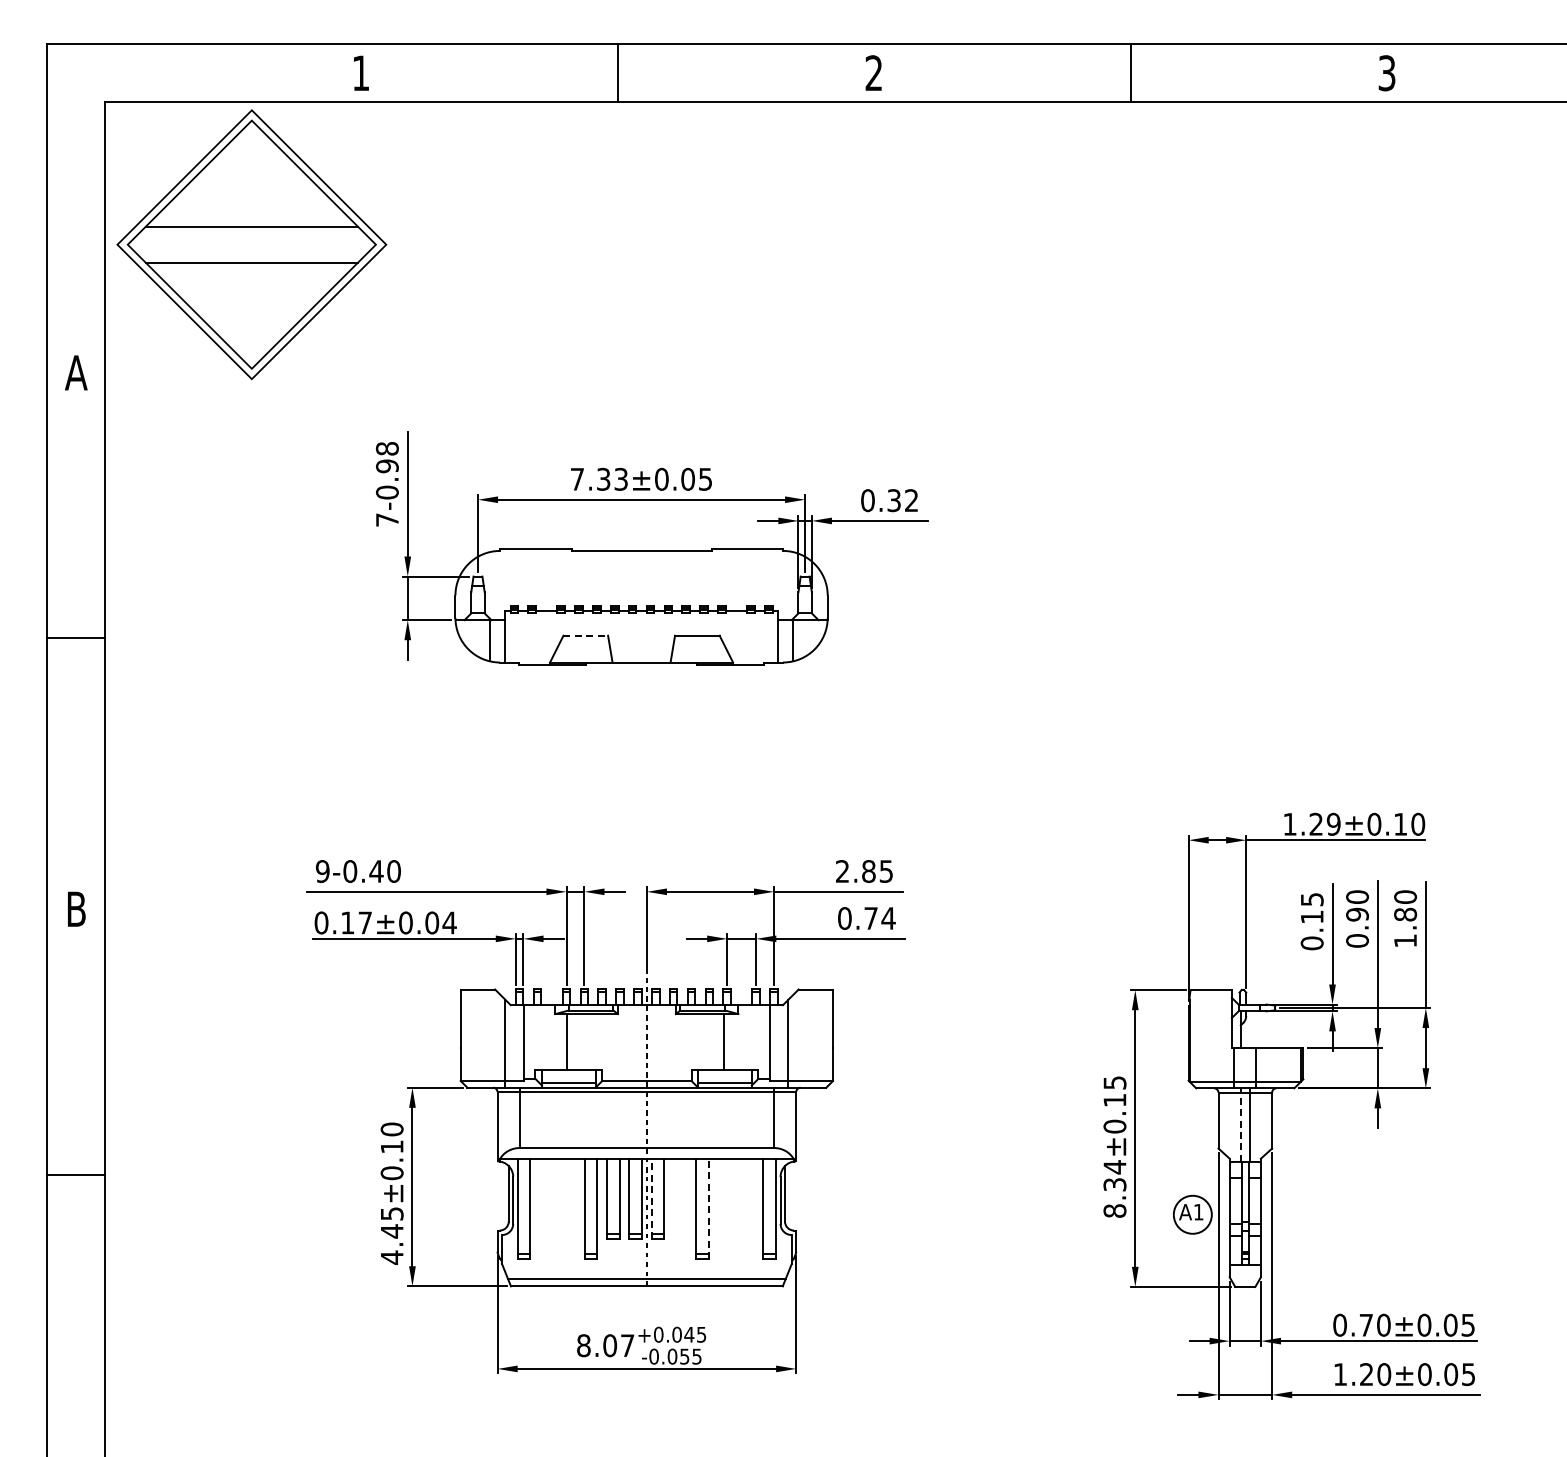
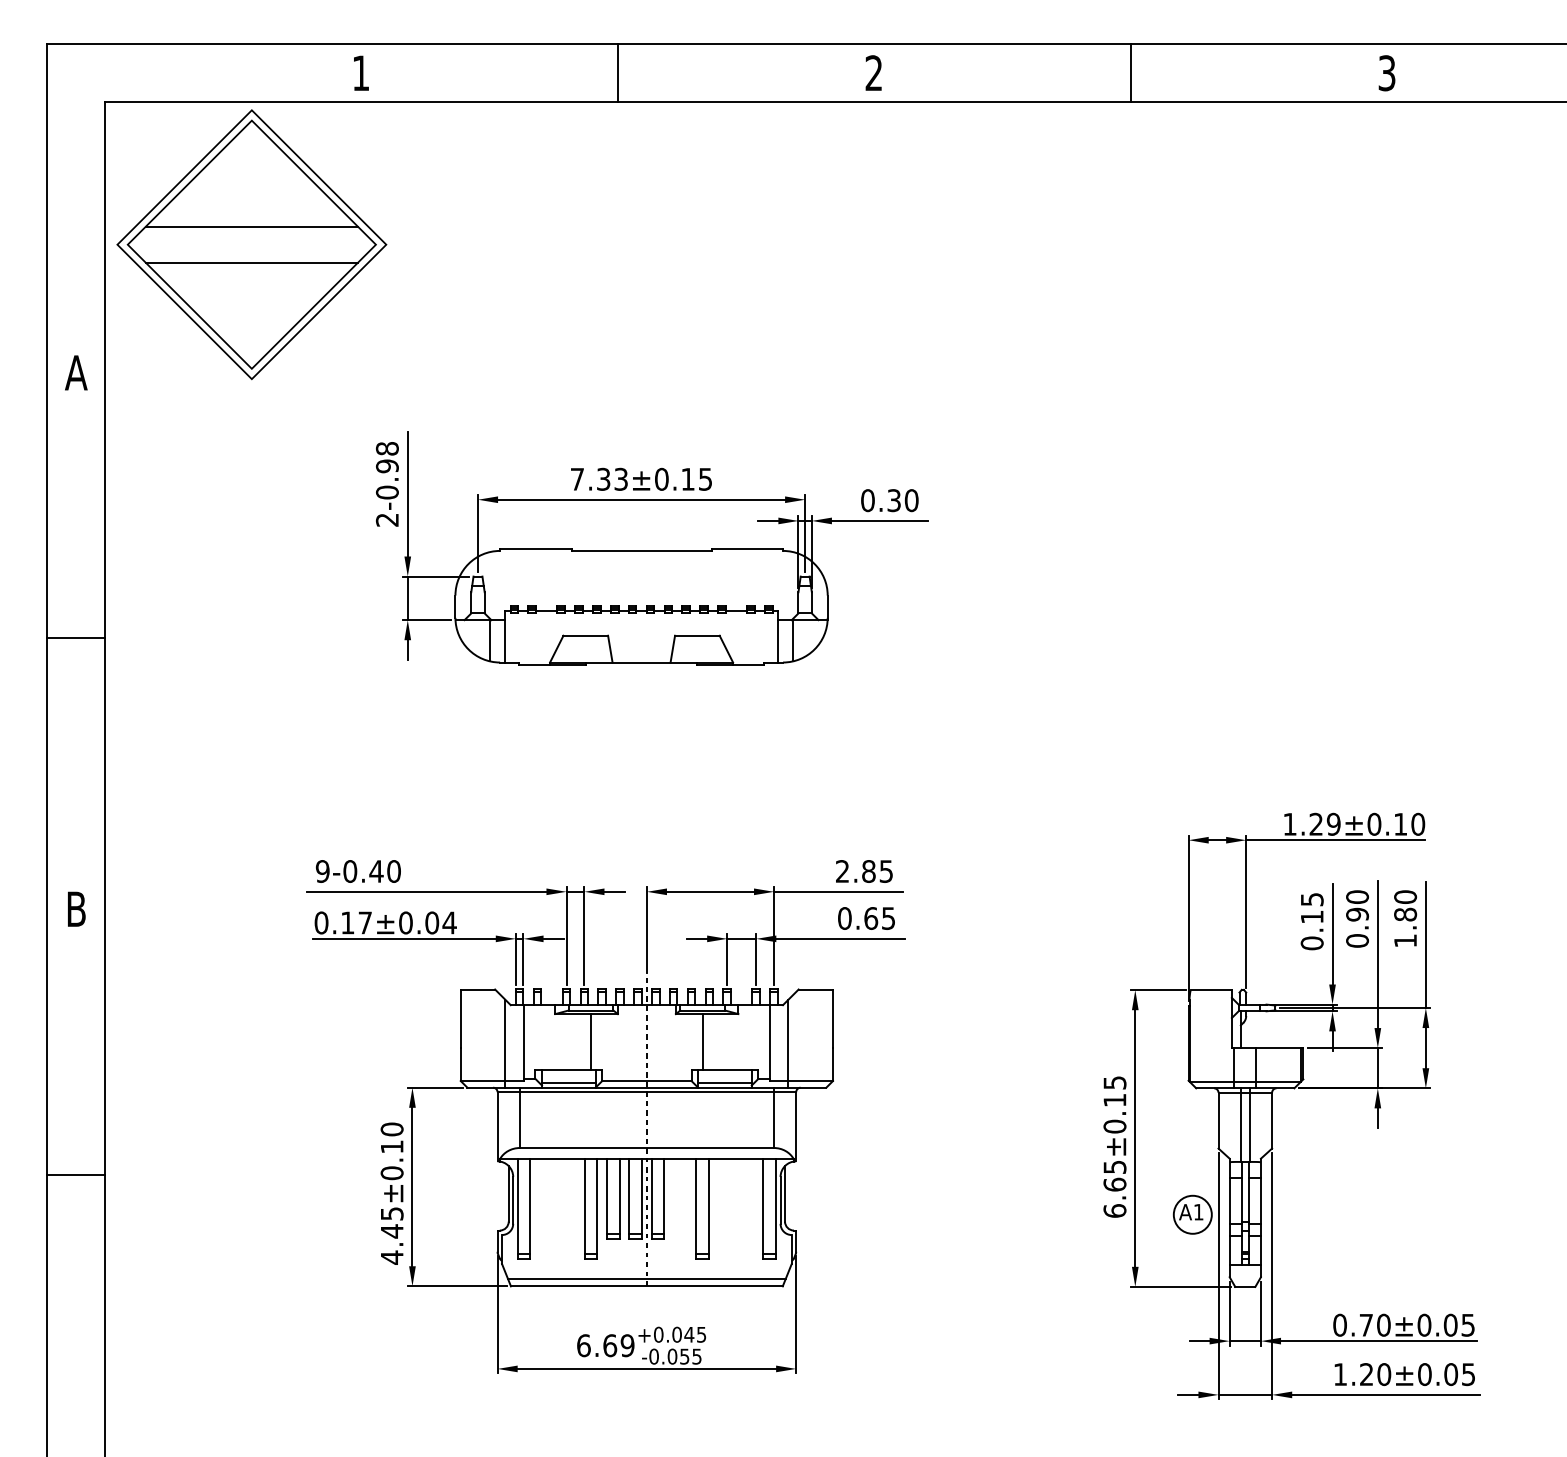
text at (687, 478): 7.33±0.05 -> 7.33±0.15
text at (911, 500): 0.32 -> 0.30
text at (386, 519): 7-0.98 -> 2-0.98
line at (586, 635): dashed -> solid
text at (879, 918): 0.74 -> 0.65
line at (567, 1041) position: (567, 1041) -> (591, 1041)
line at (723, 1041) position: (723, 1041) -> (702, 1041)
line at (1240, 1125): dashed -> solid
text at (1114, 1188): 8.34±0.15 -> 6.65±0.15
line at (651, 1198): dashed -> solid
line at (708, 1208): dashed -> solid
text at (605, 1345): 8.07 -> 6.69
